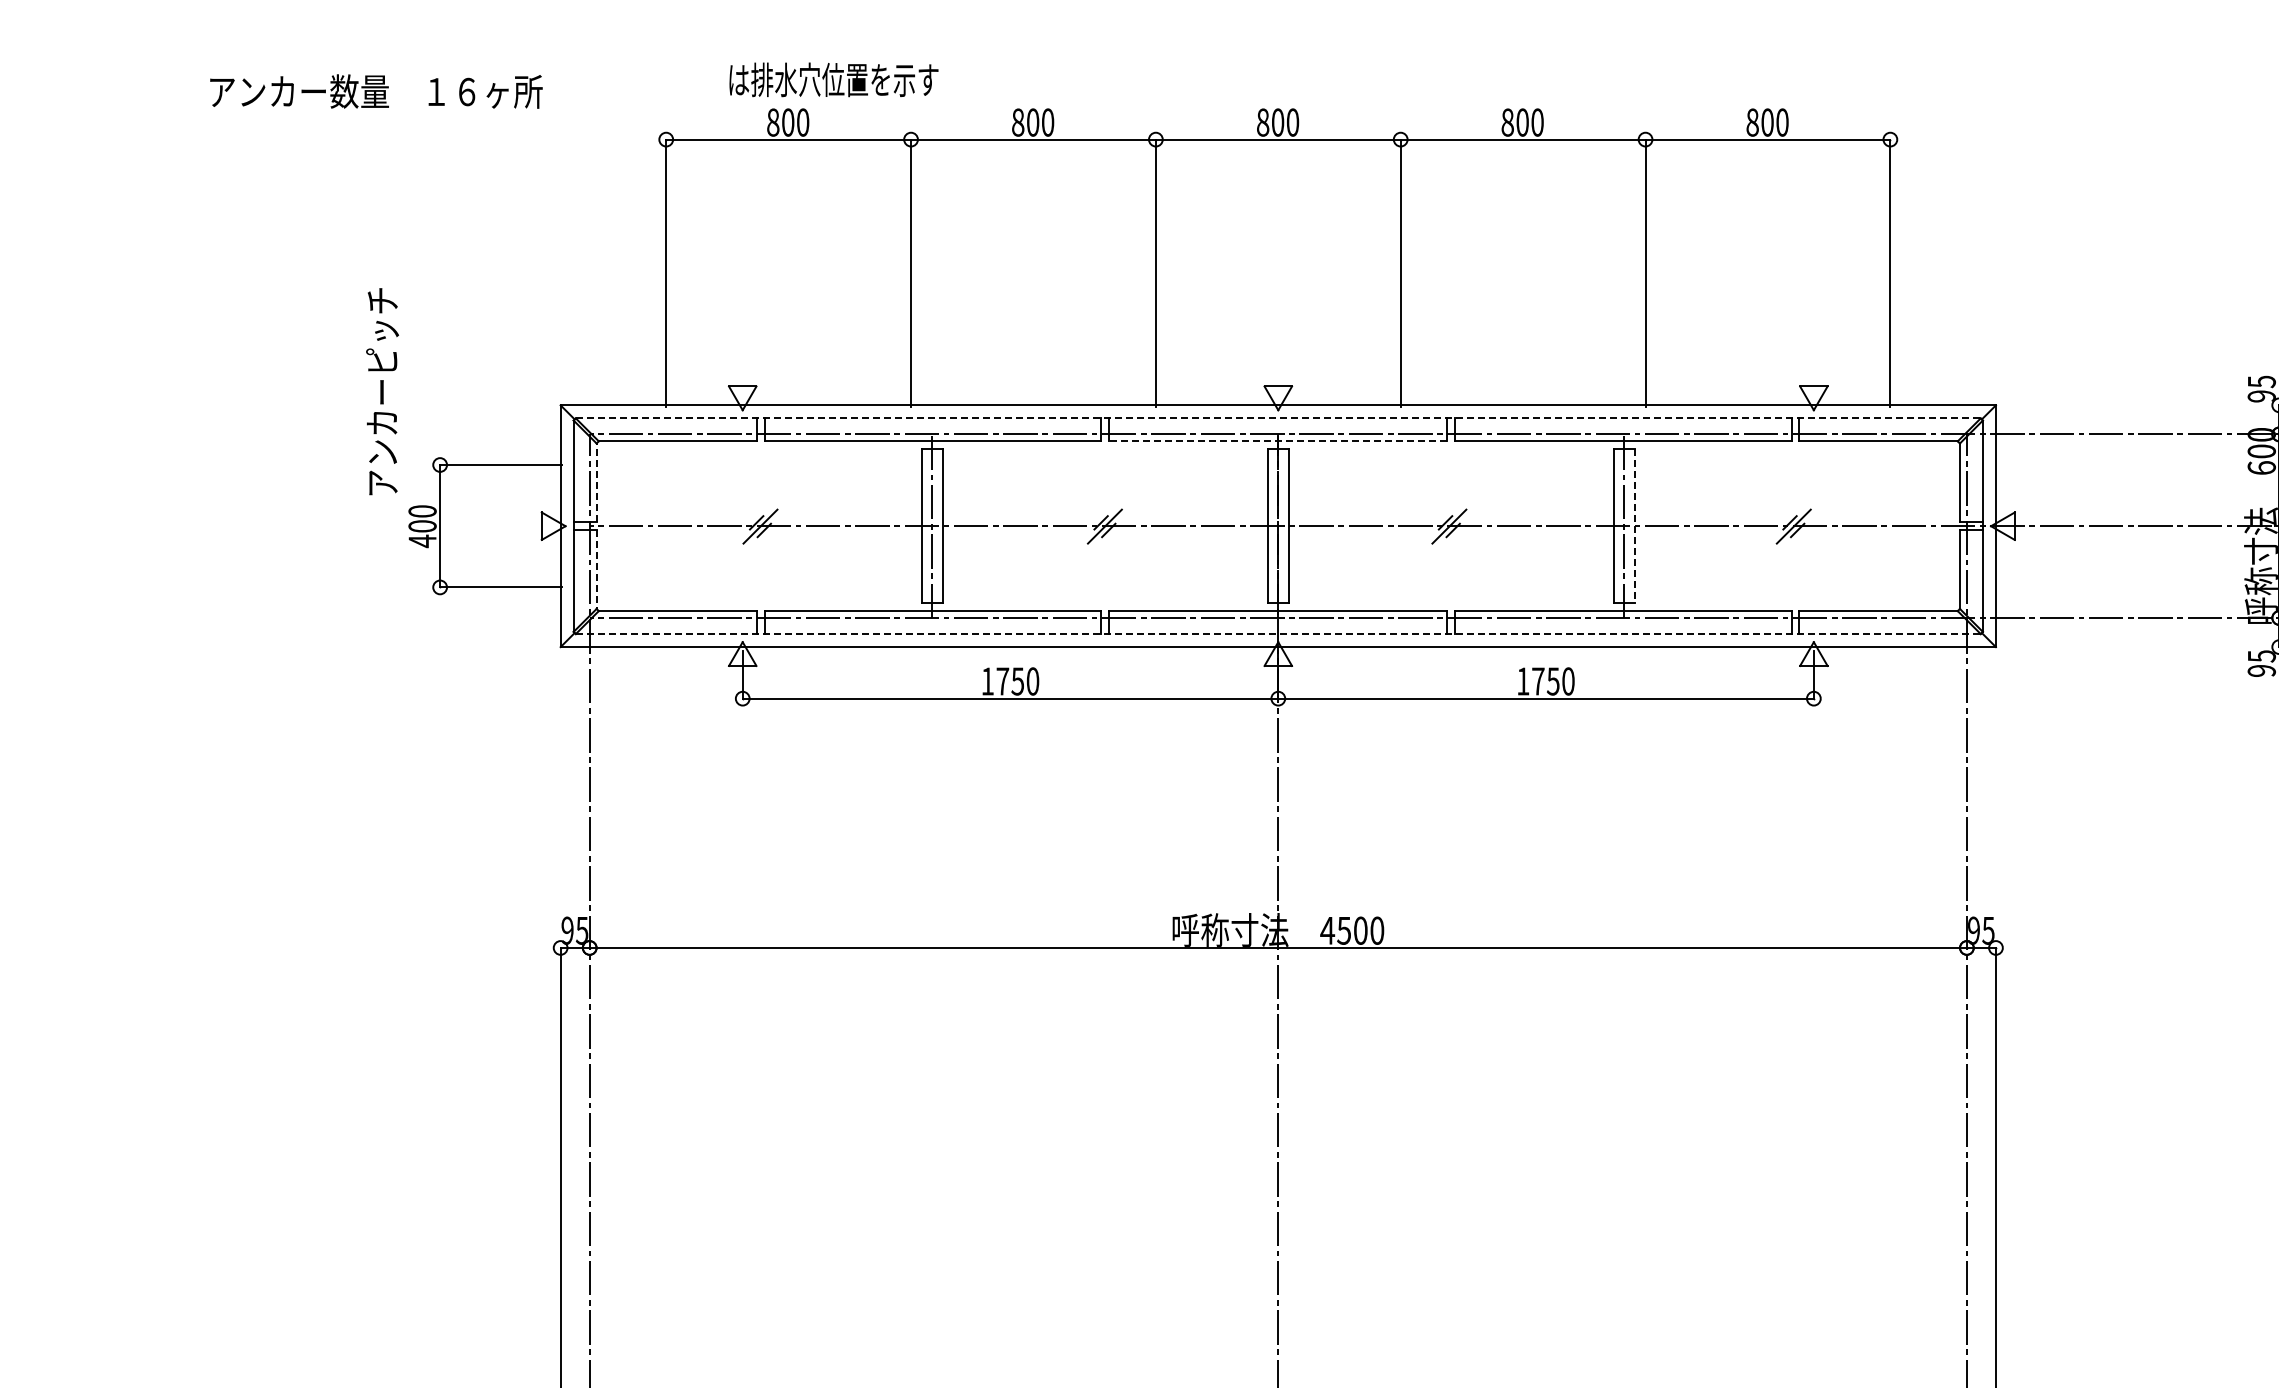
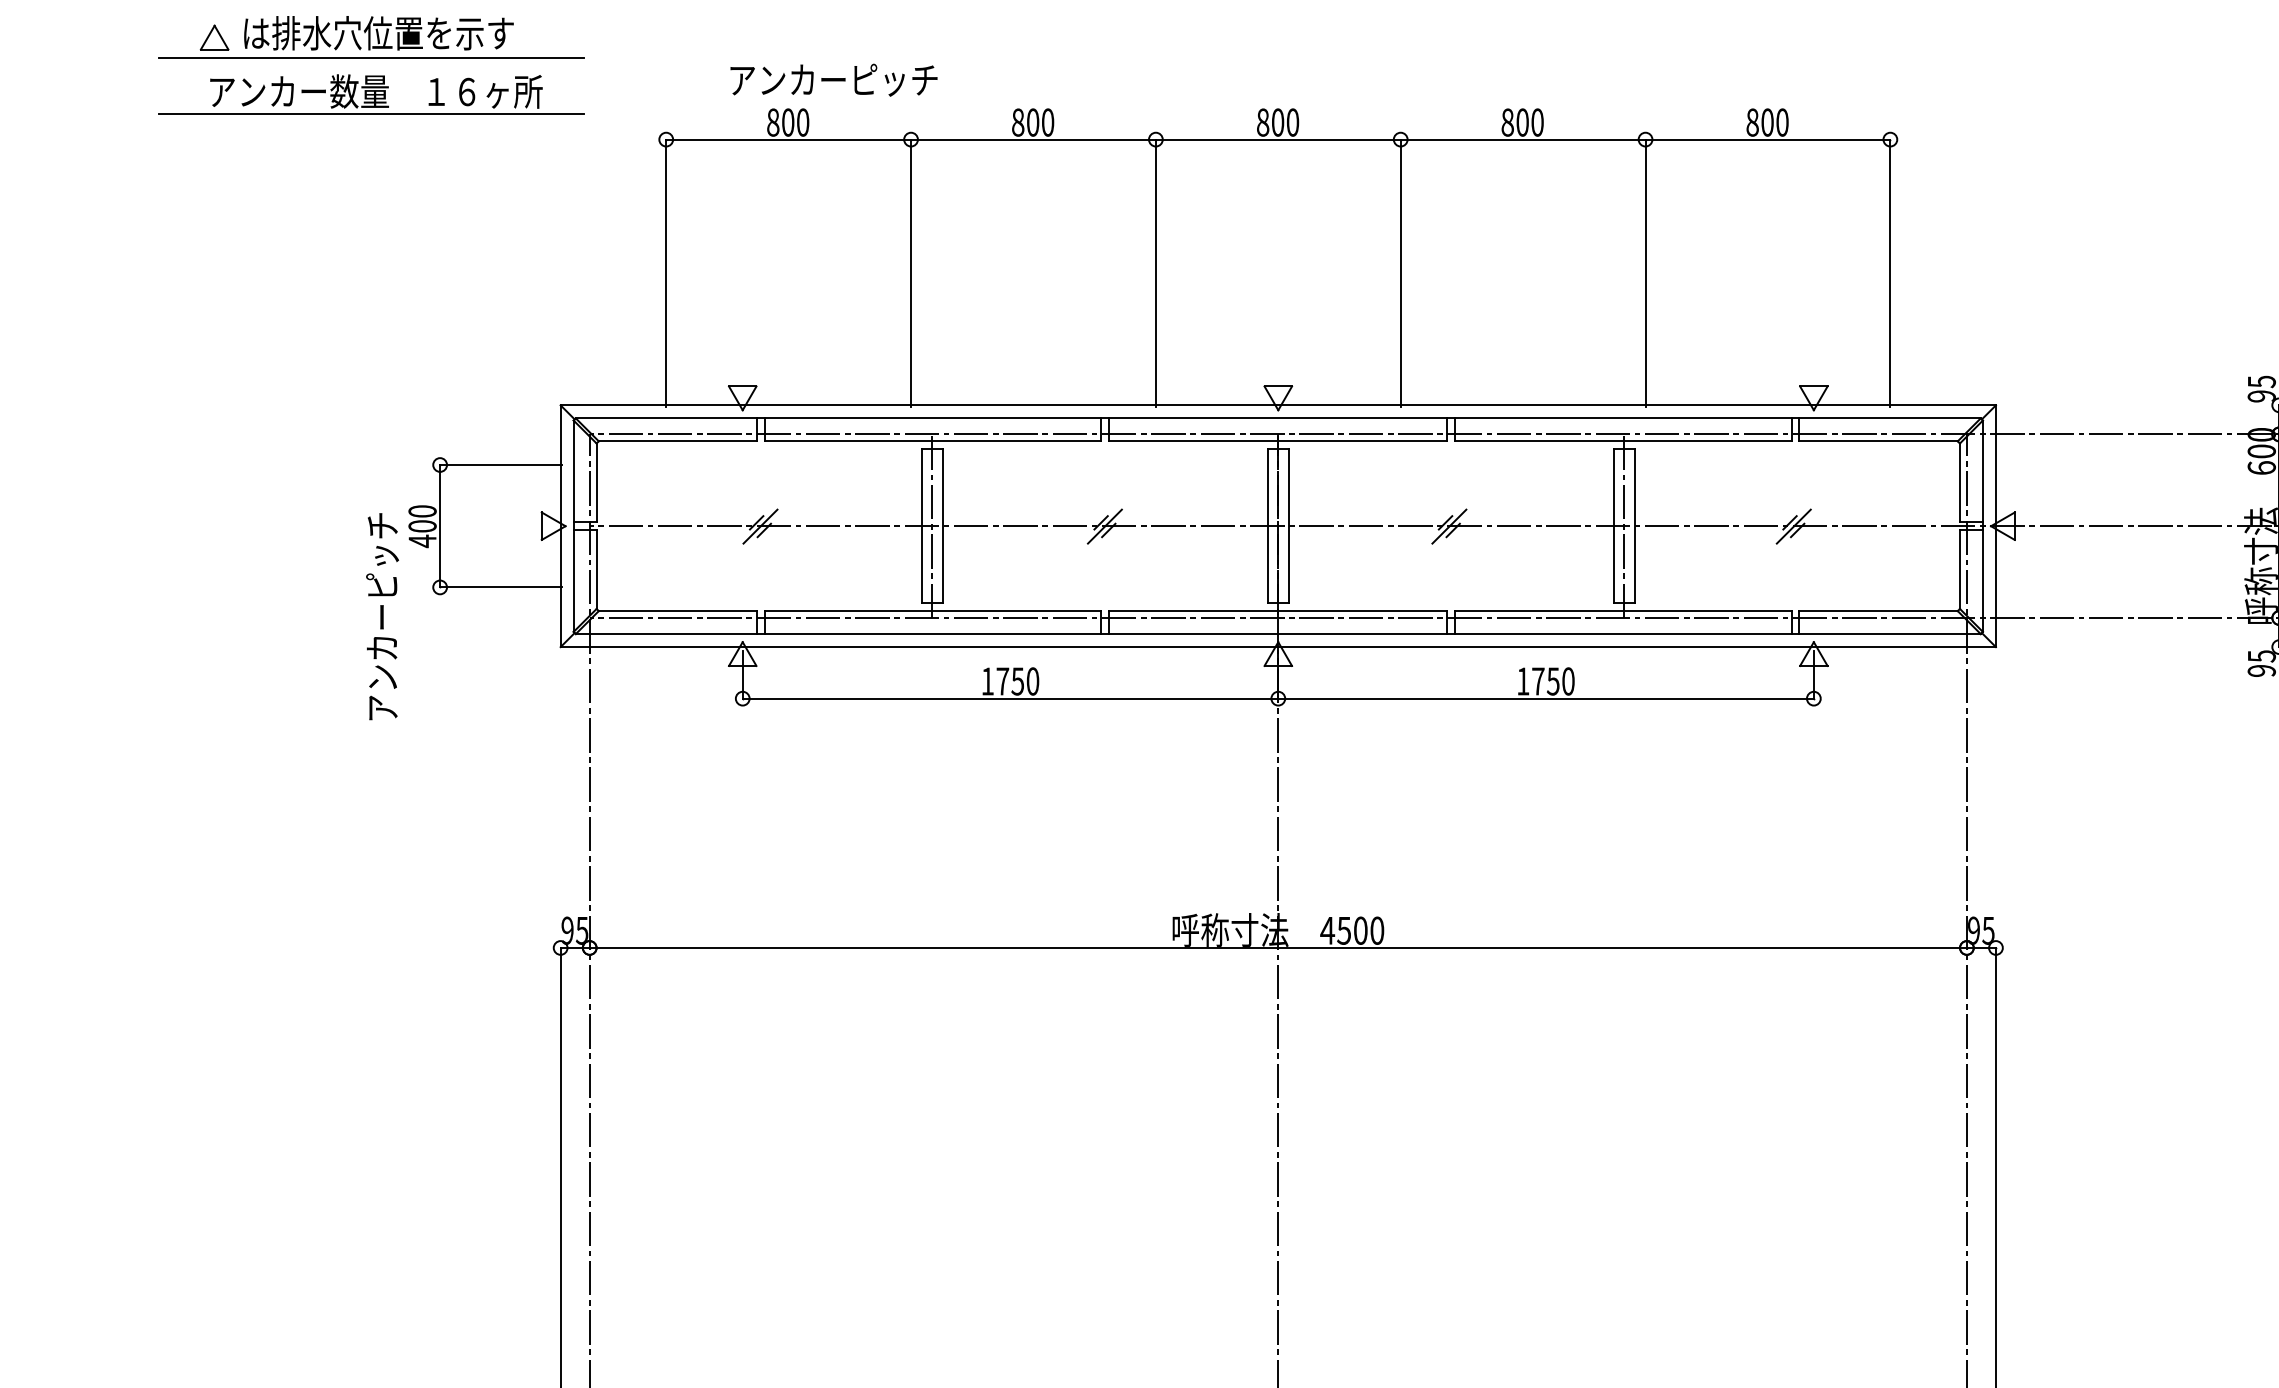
part at (371, 37): none -> present
text at (833, 79): は排水穴位置を示す -> アンカーピッチ
line at (371, 114): none -> present
text at (382, 391) position: (382, 391) -> (382, 616)
line at (1278, 418): dashed -> solid
line at (1277, 441): dashed -> solid
line at (596, 482): dashed -> solid
line at (1634, 526): dashed -> solid
line at (596, 570): dashed -> solid
line at (1278, 634): dashed -> solid
